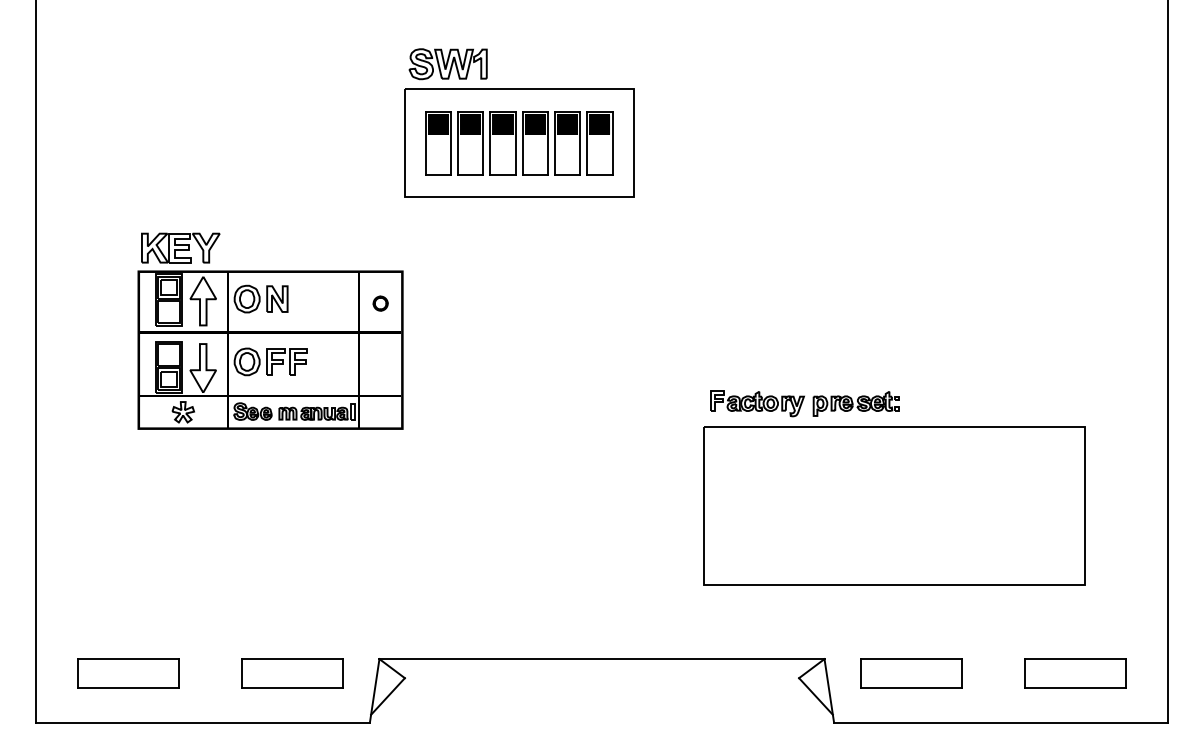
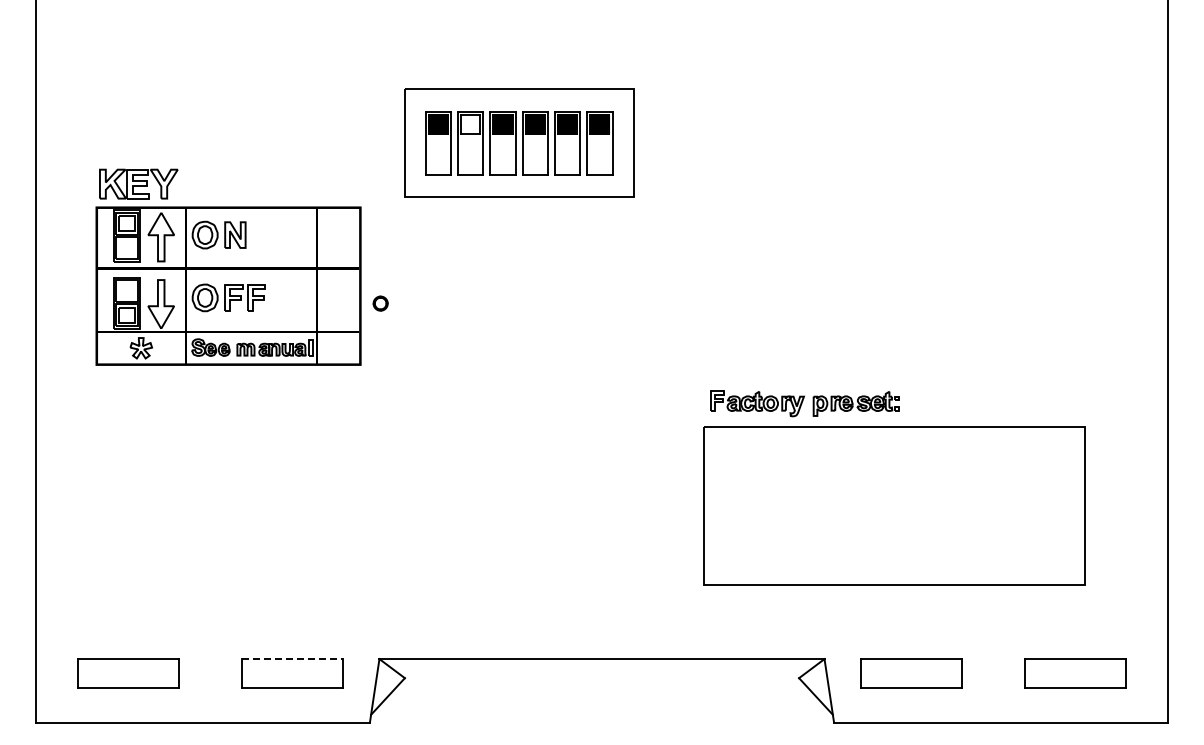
part at (447, 64): present -> none
hatch at (470, 123): present -> none
part at (270, 330) position: (270, 330) -> (228, 266)
line at (292, 659): solid -> dashed
